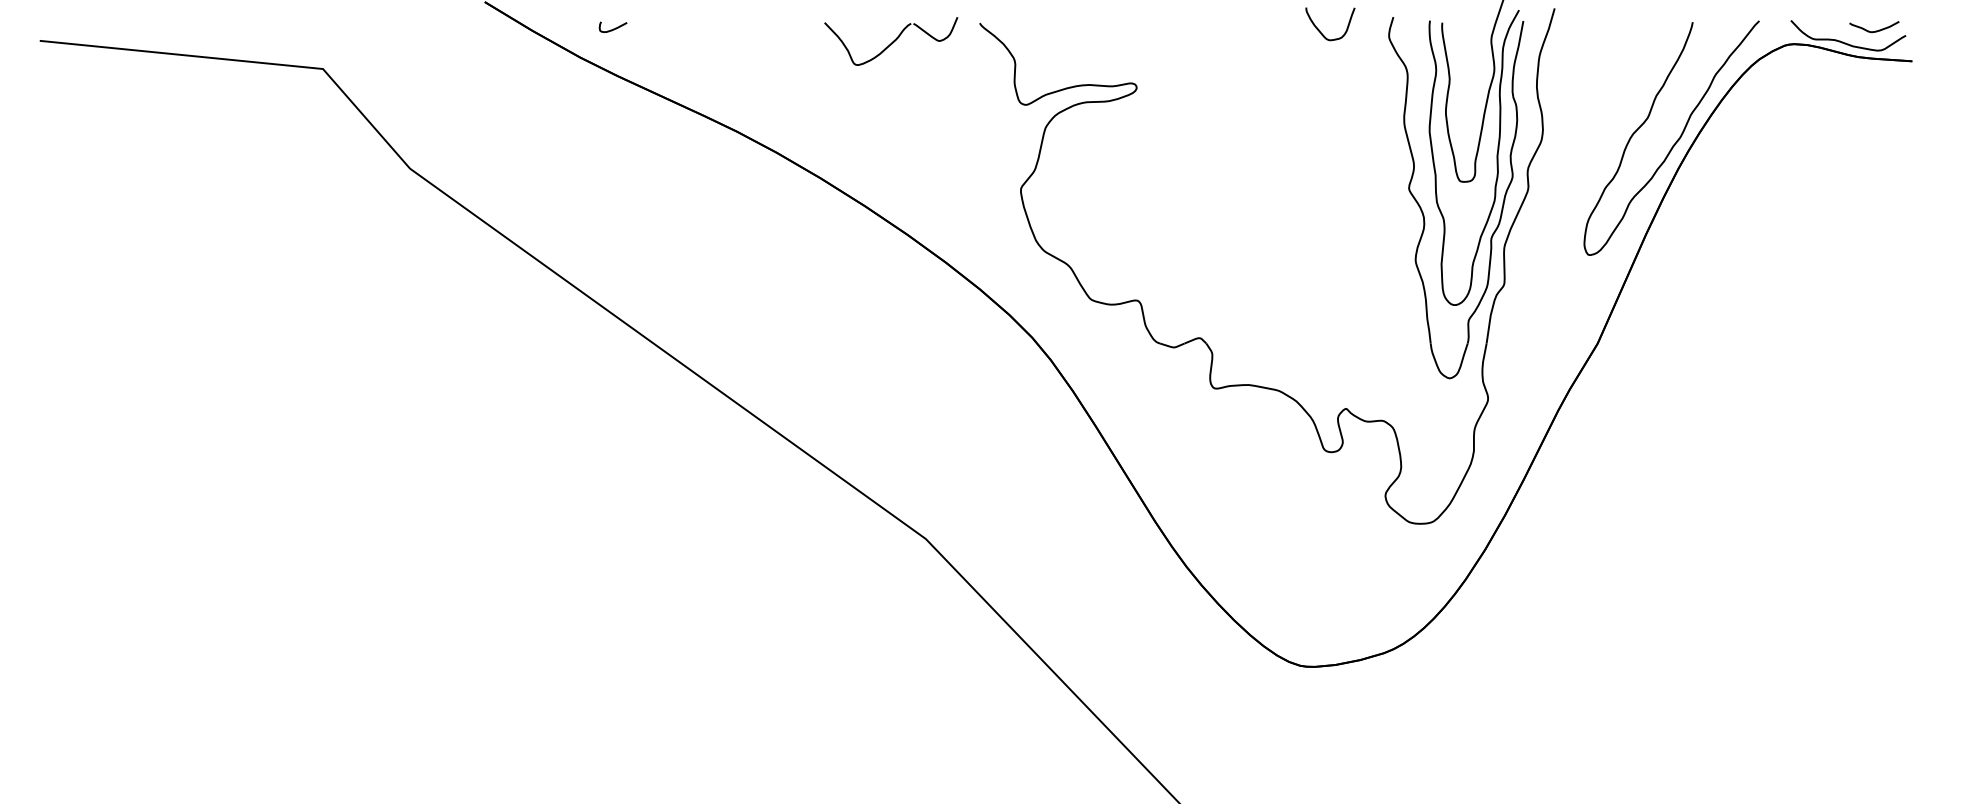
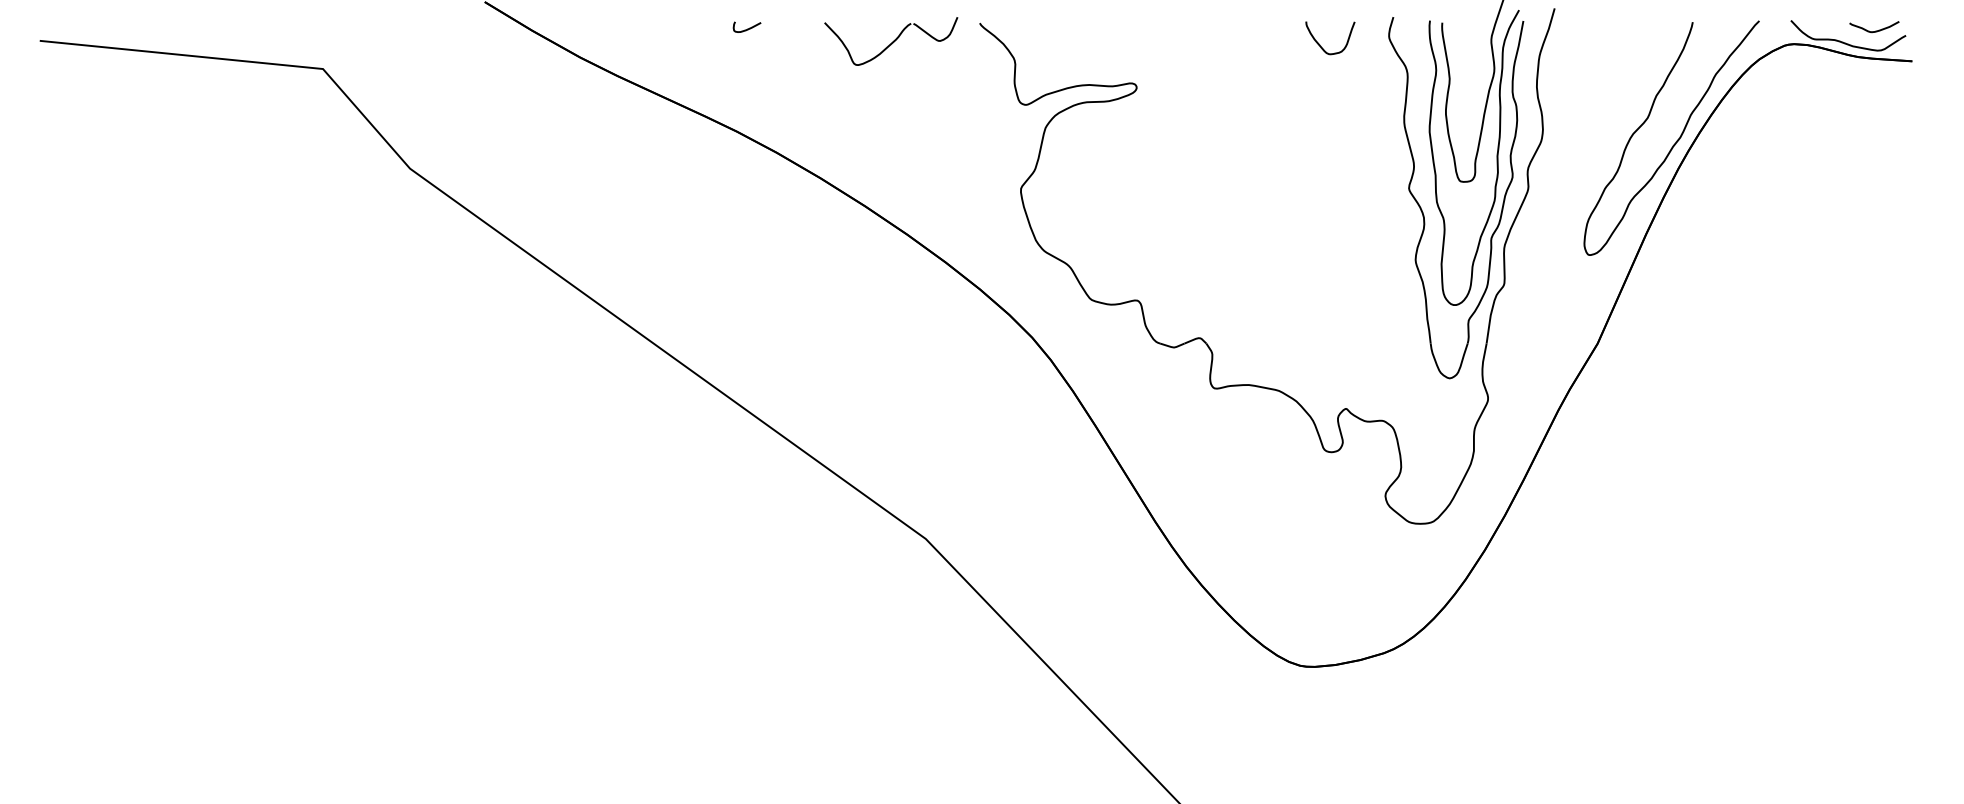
curve at (613, 28) position: (613, 28) -> (747, 28)
curve at (1320, 30) position: (1320, 30) -> (1320, 44)
